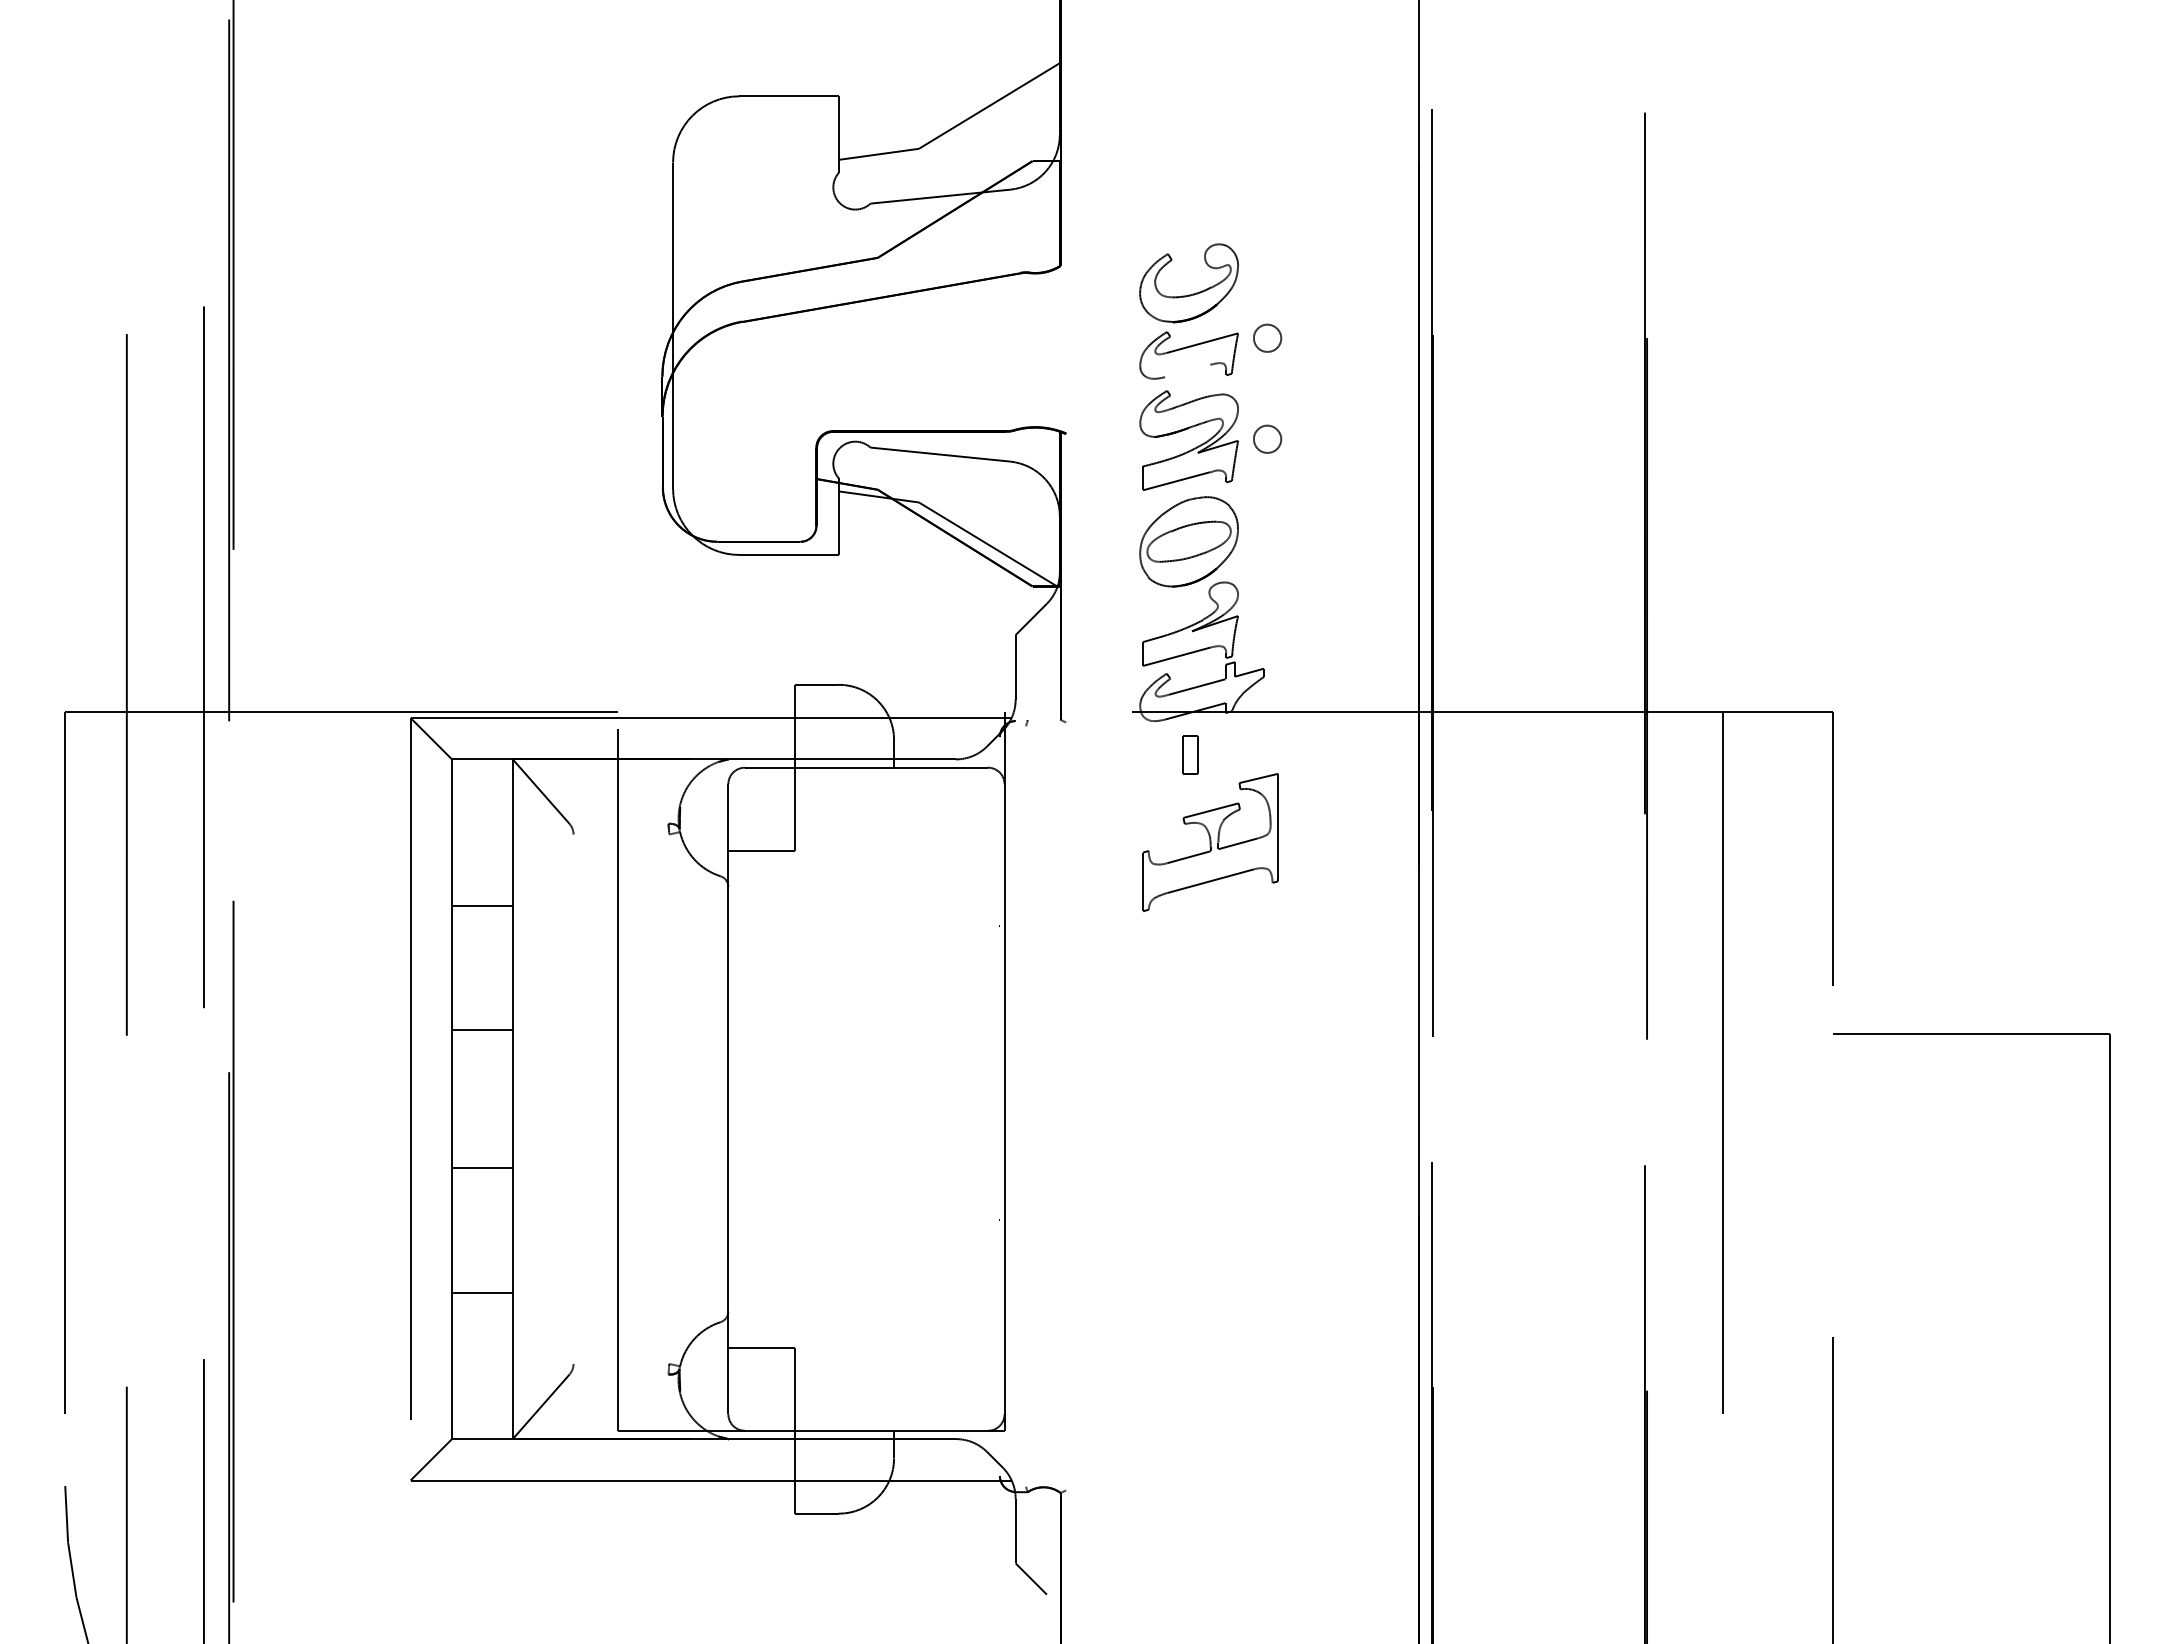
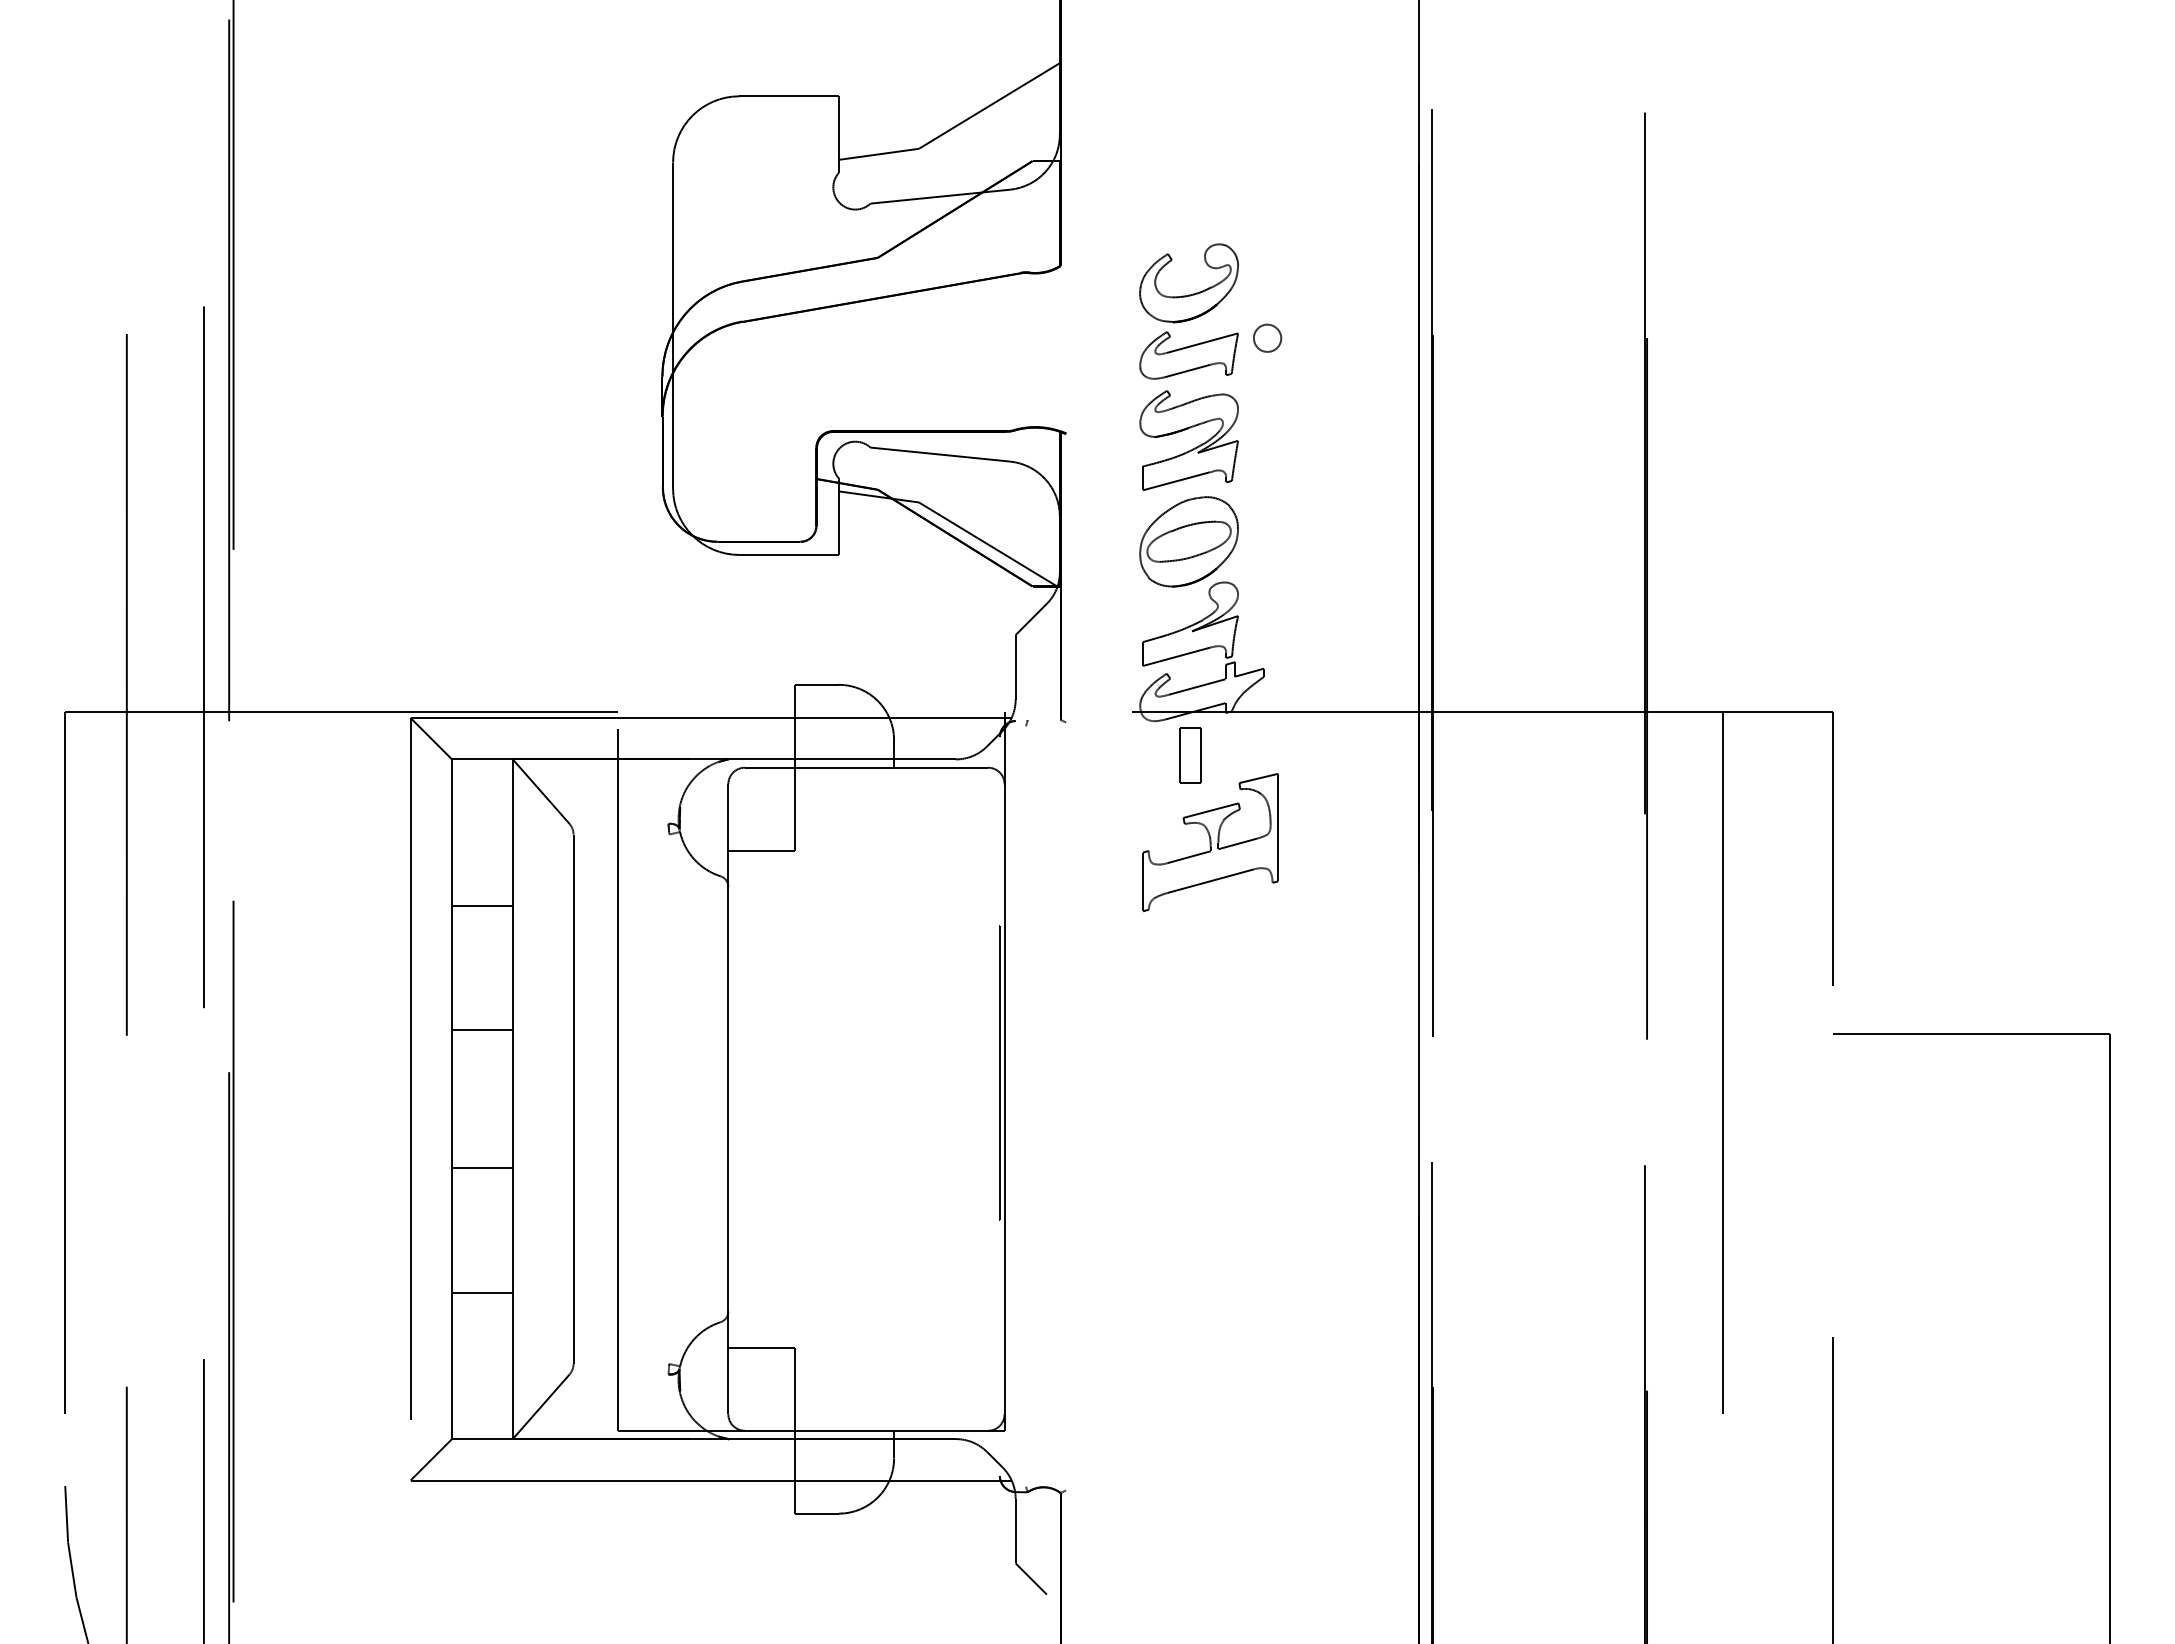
line at (1187, 370): none -> present
part at (1267, 438): present -> none
part at (1190, 754) size: 17x40 px -> 23x57 px
line at (999, 1072): none -> present
line at (573, 1098): none -> present
